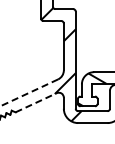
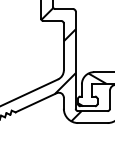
line at (29, 92): dashed -> solid
line at (36, 102): dashed -> solid
